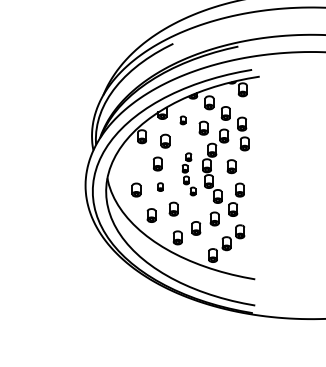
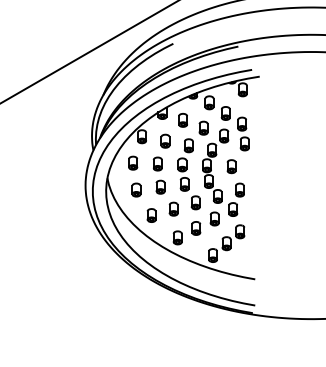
line at (88, 52): none -> present
part at (182, 120) size: 8x11 px -> 10x15 px
part at (133, 162): none -> present
part at (188, 174) size: 16x45 px -> 24x73 px
part at (160, 186) size: 7x10 px -> 11x16 px
